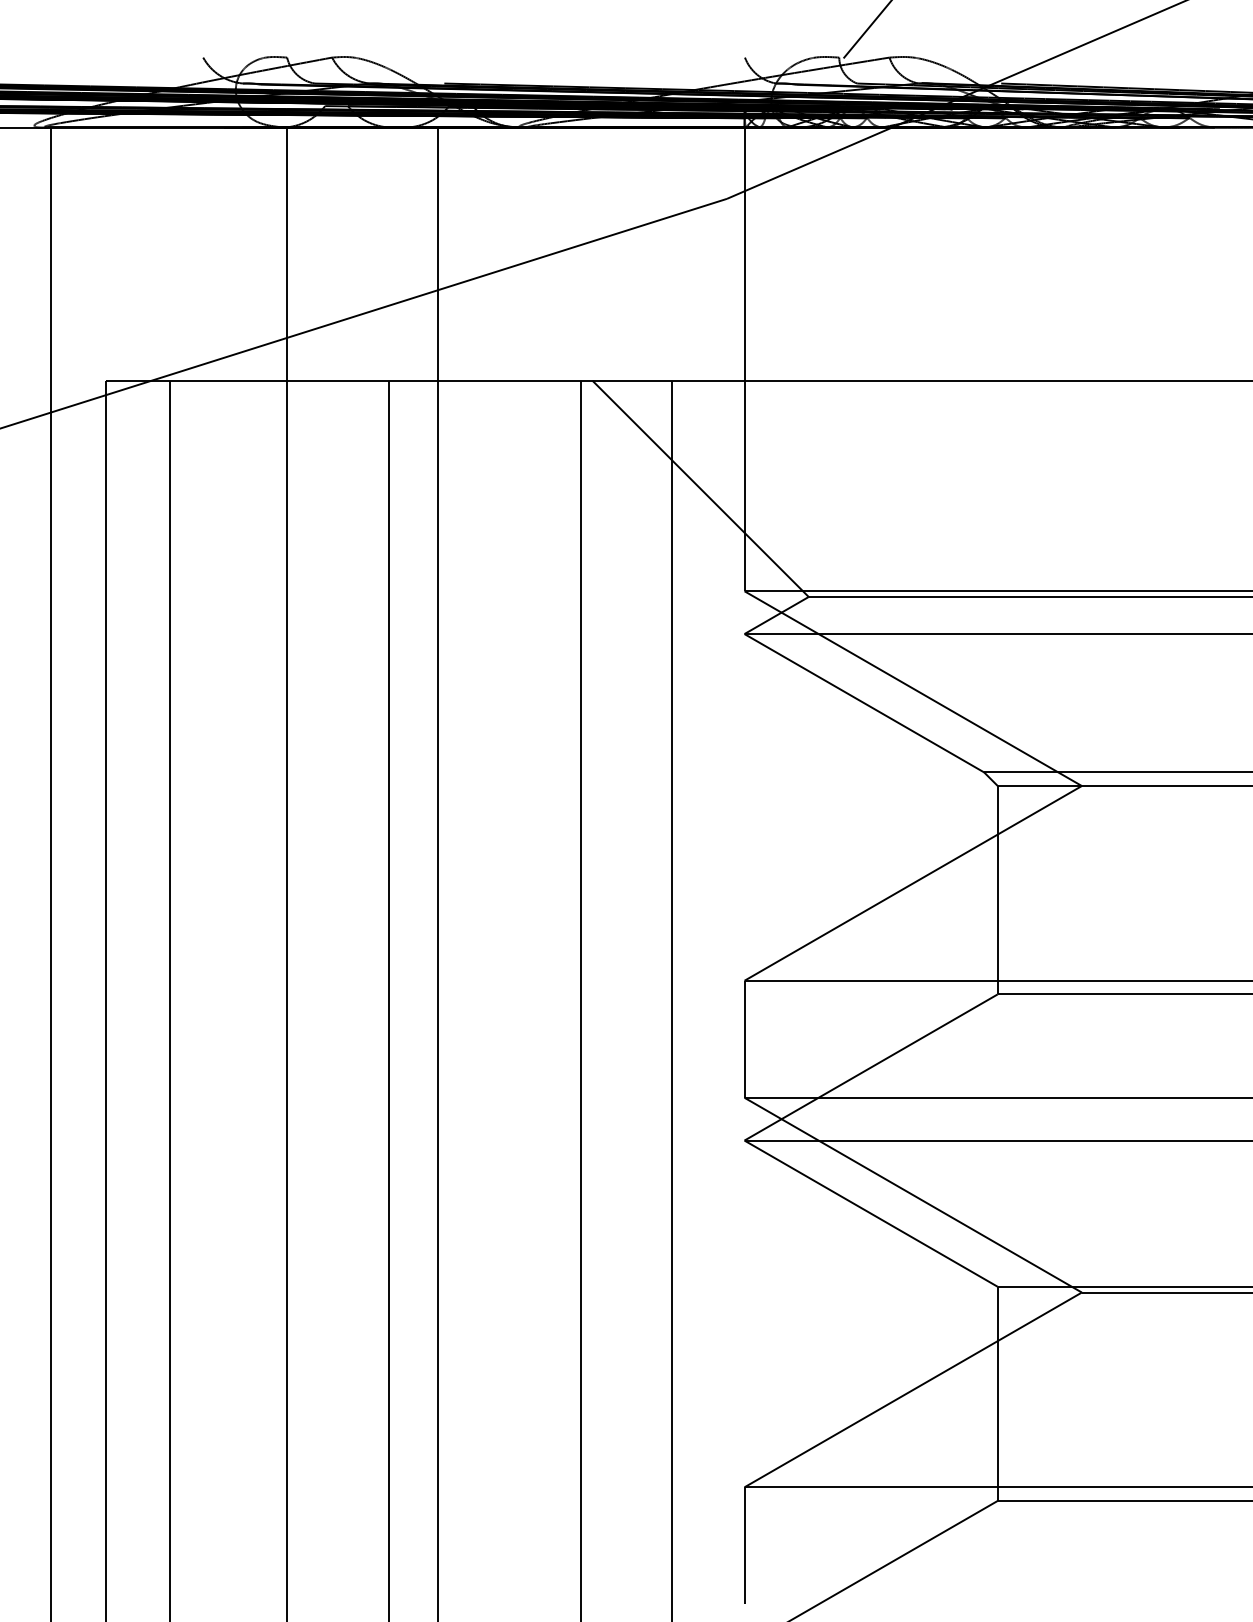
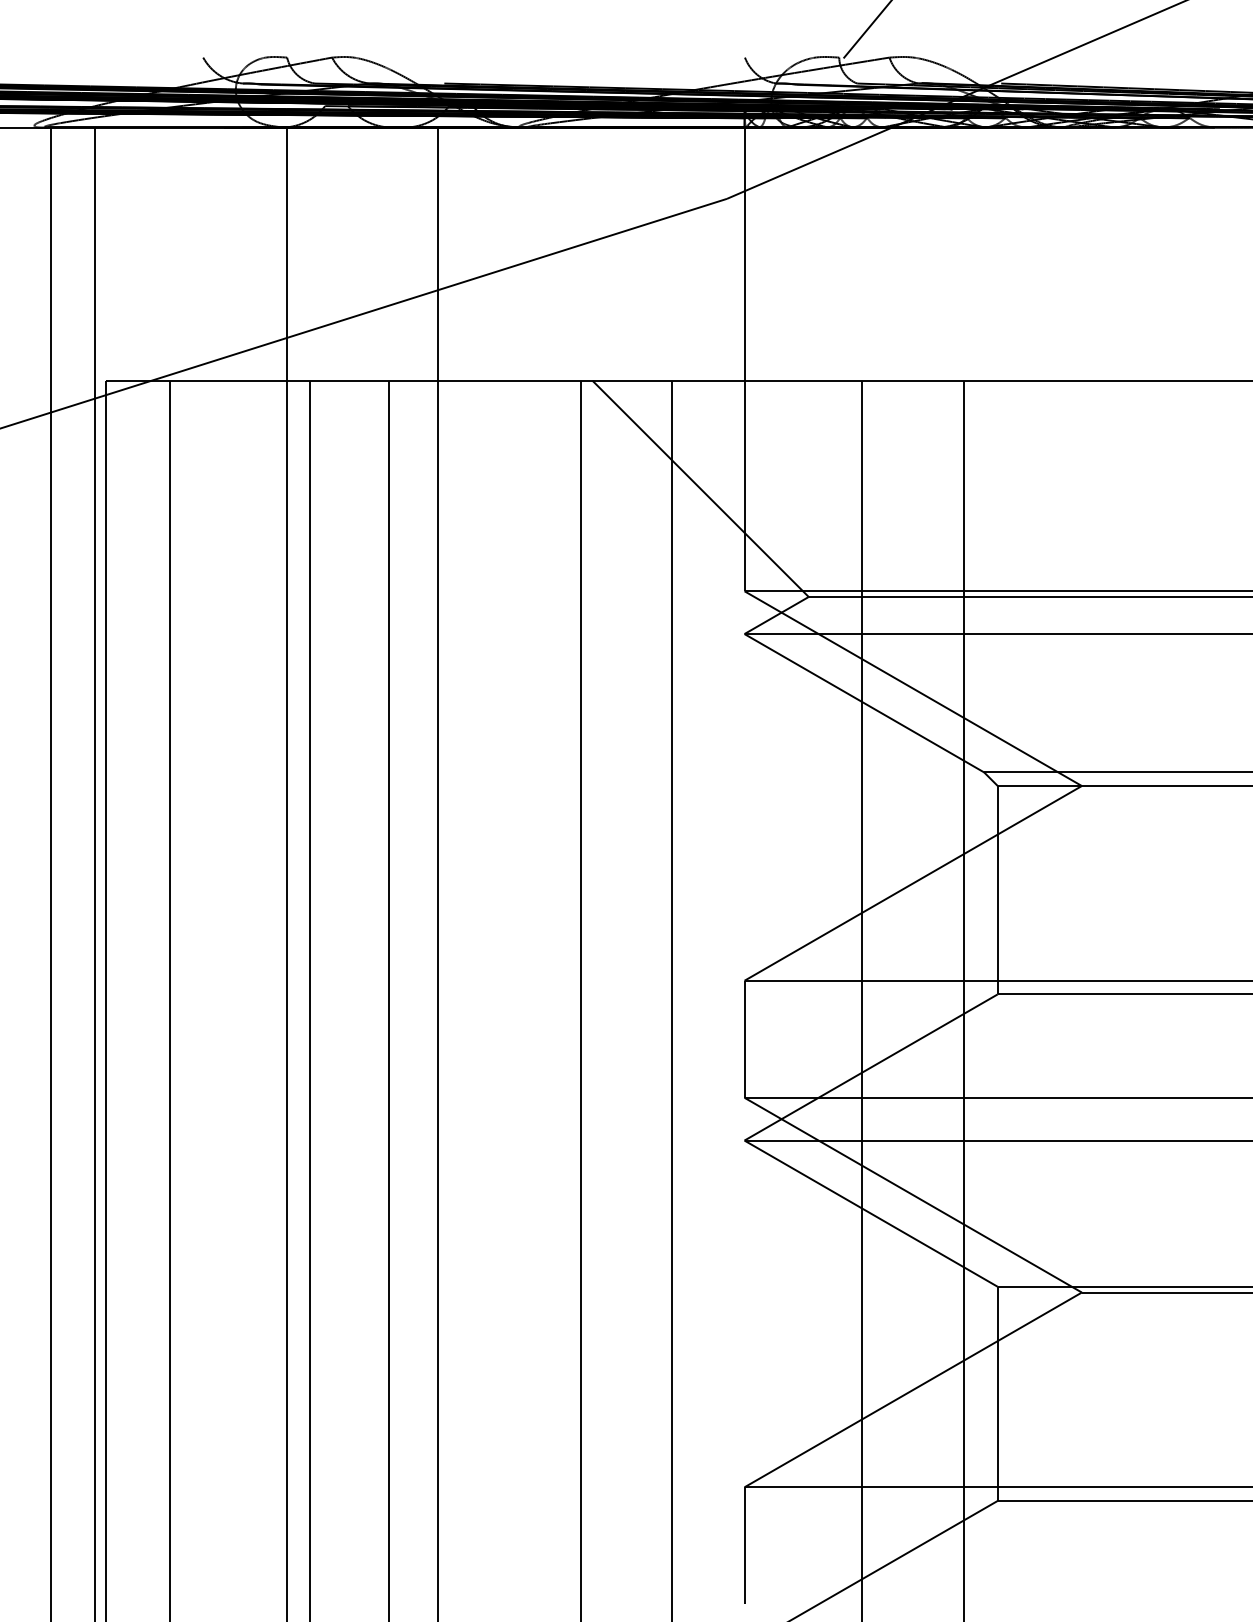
line at (94, 872): none -> present
line at (310, 999): none -> present
line at (862, 999): none -> present
line at (963, 999): none -> present
